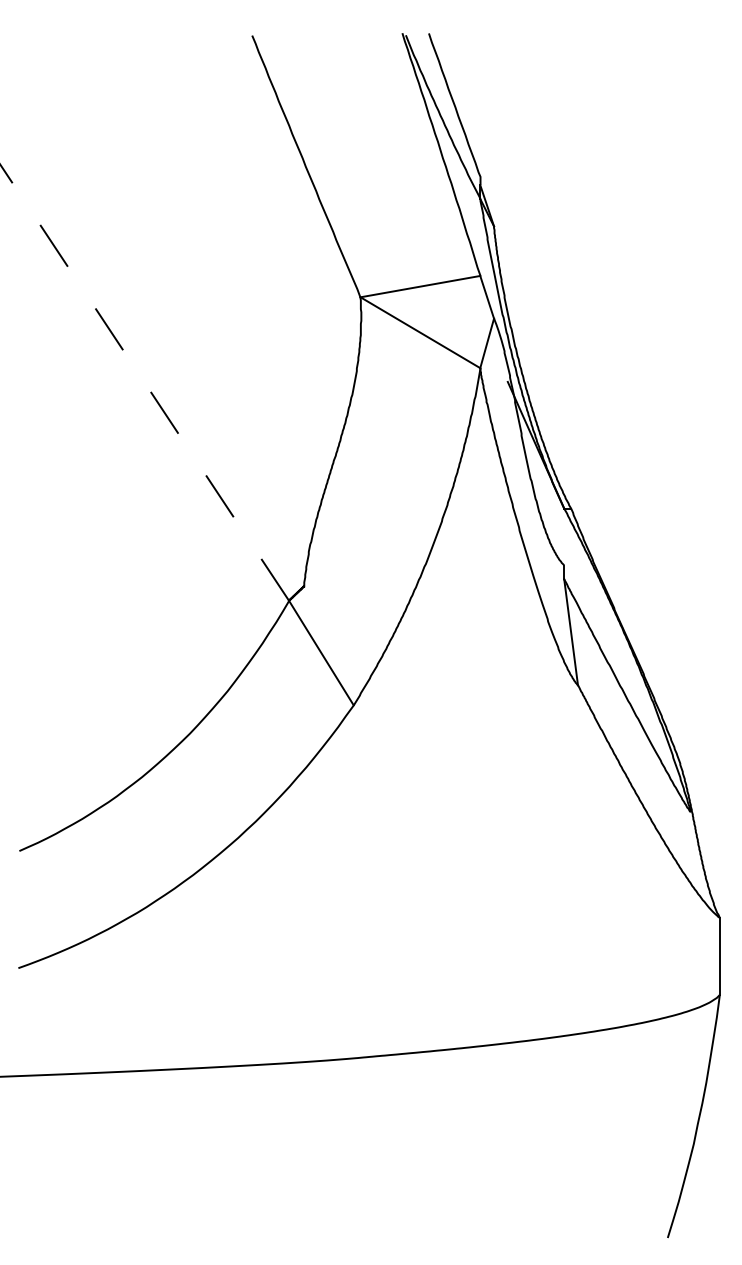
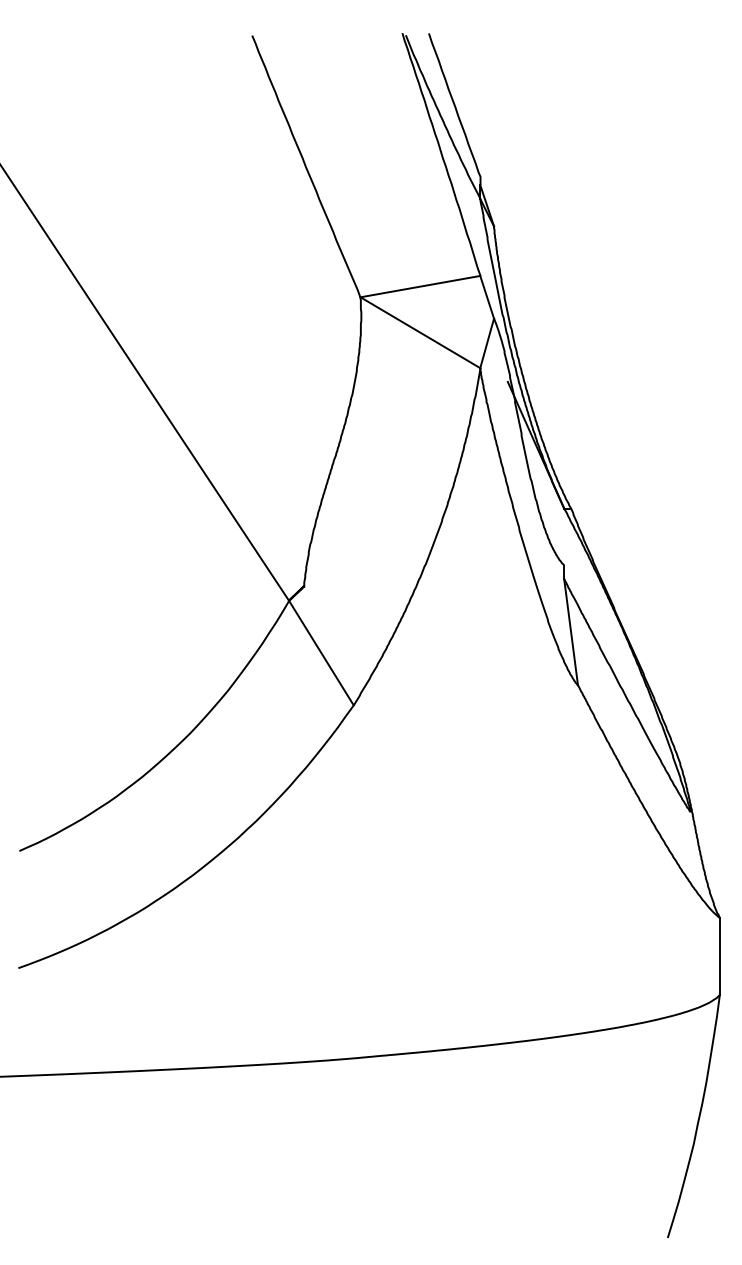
line at (144, 382): dashed -> solid
